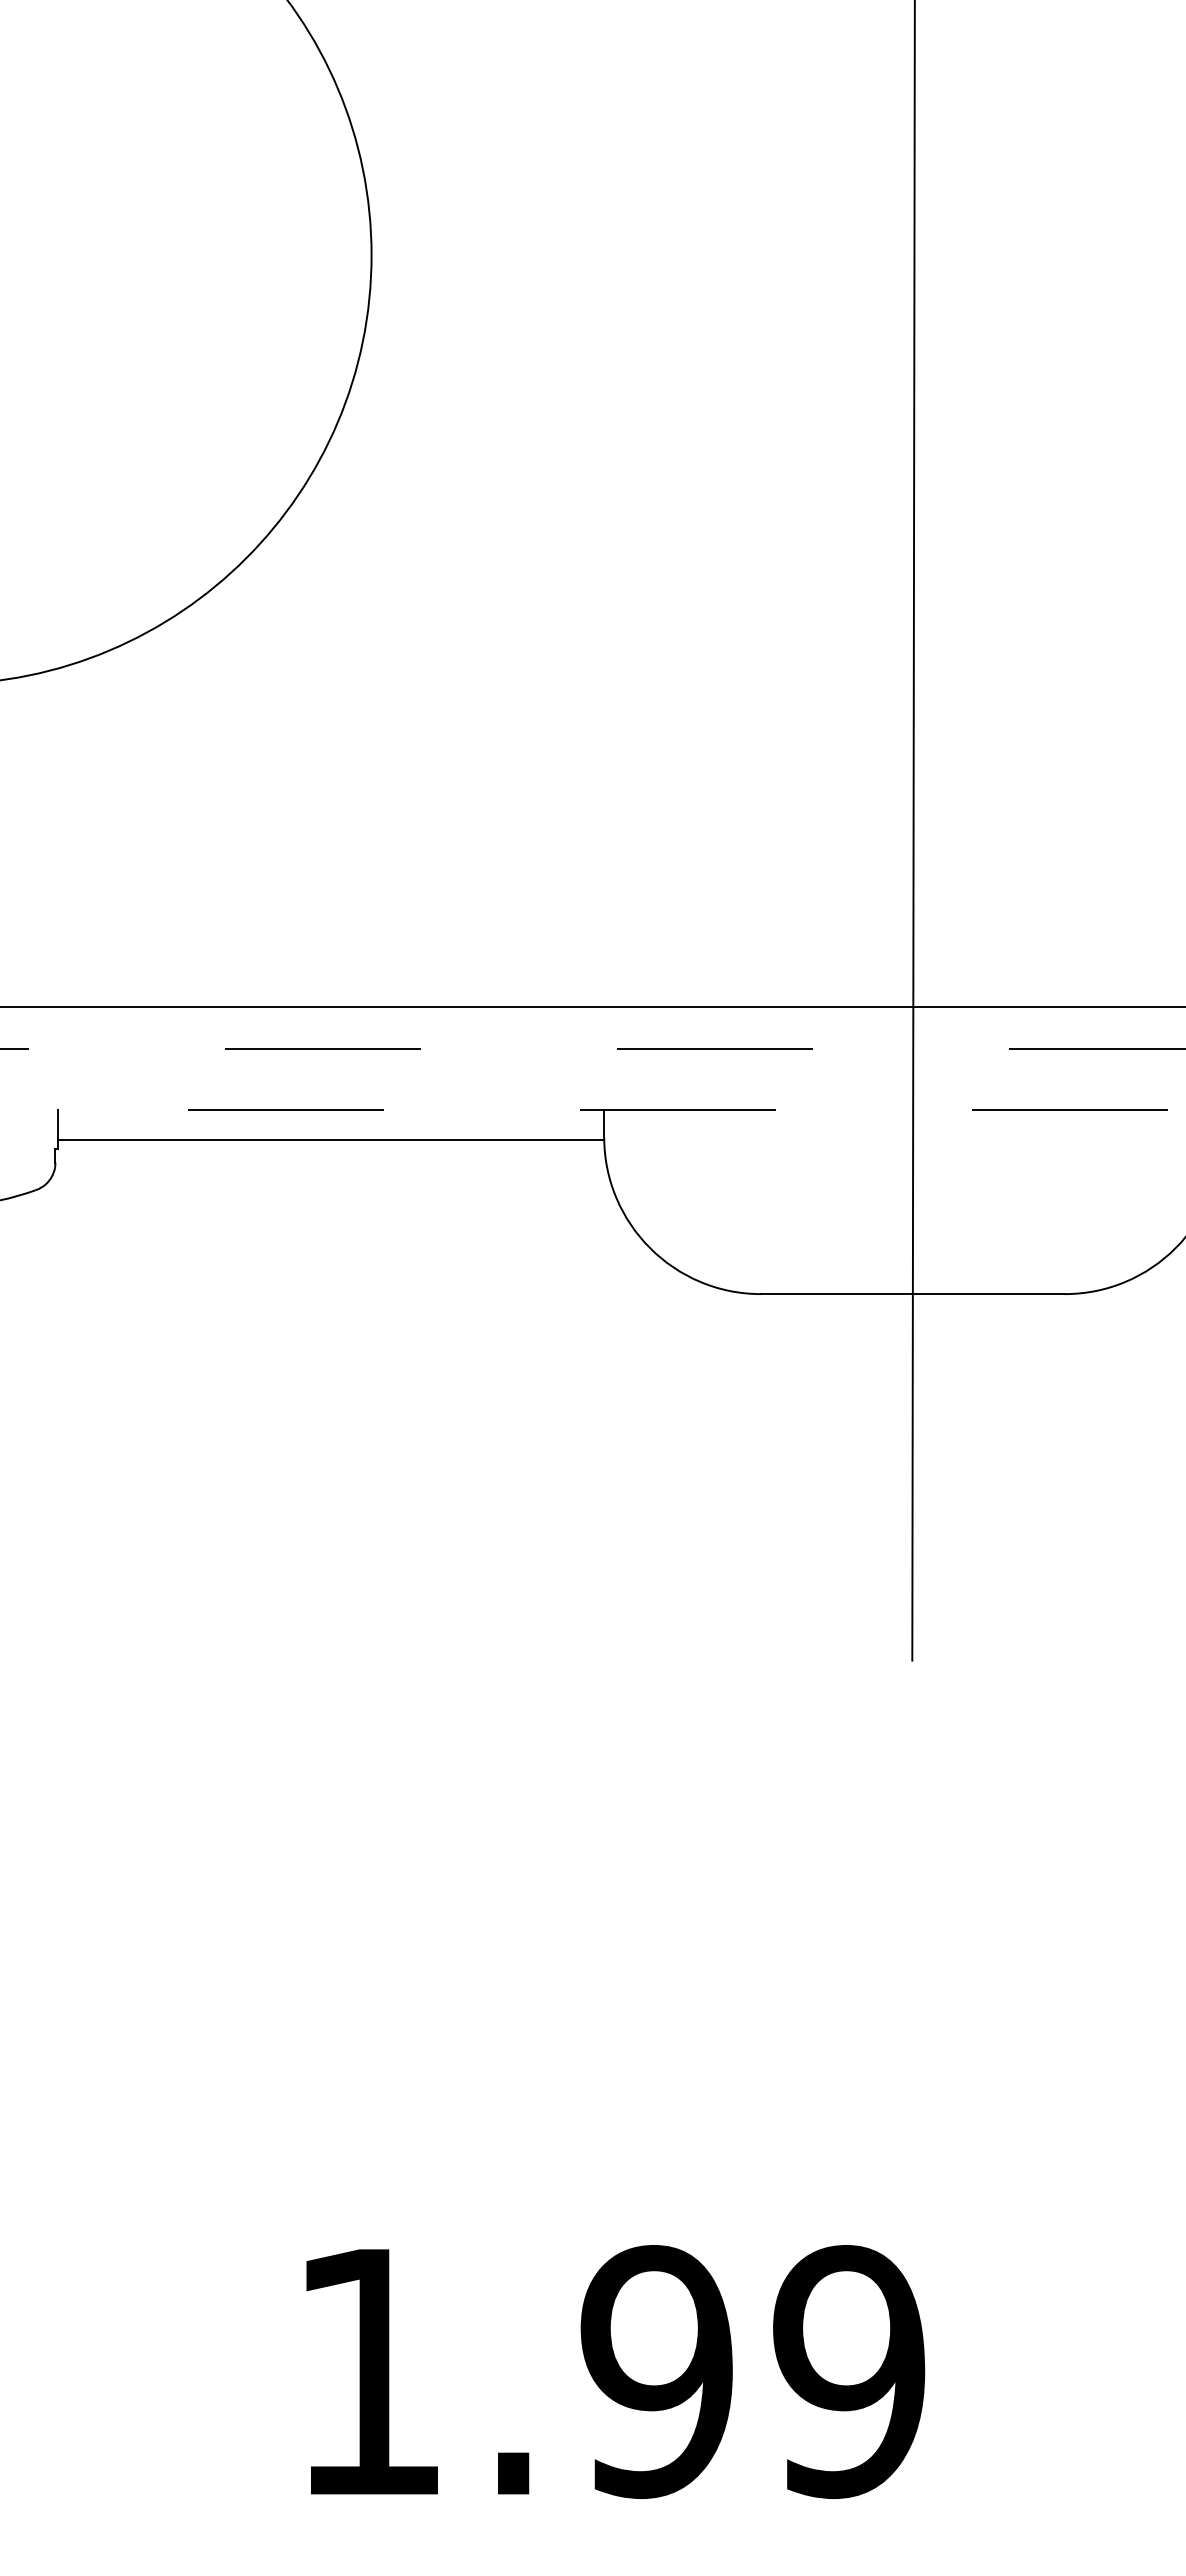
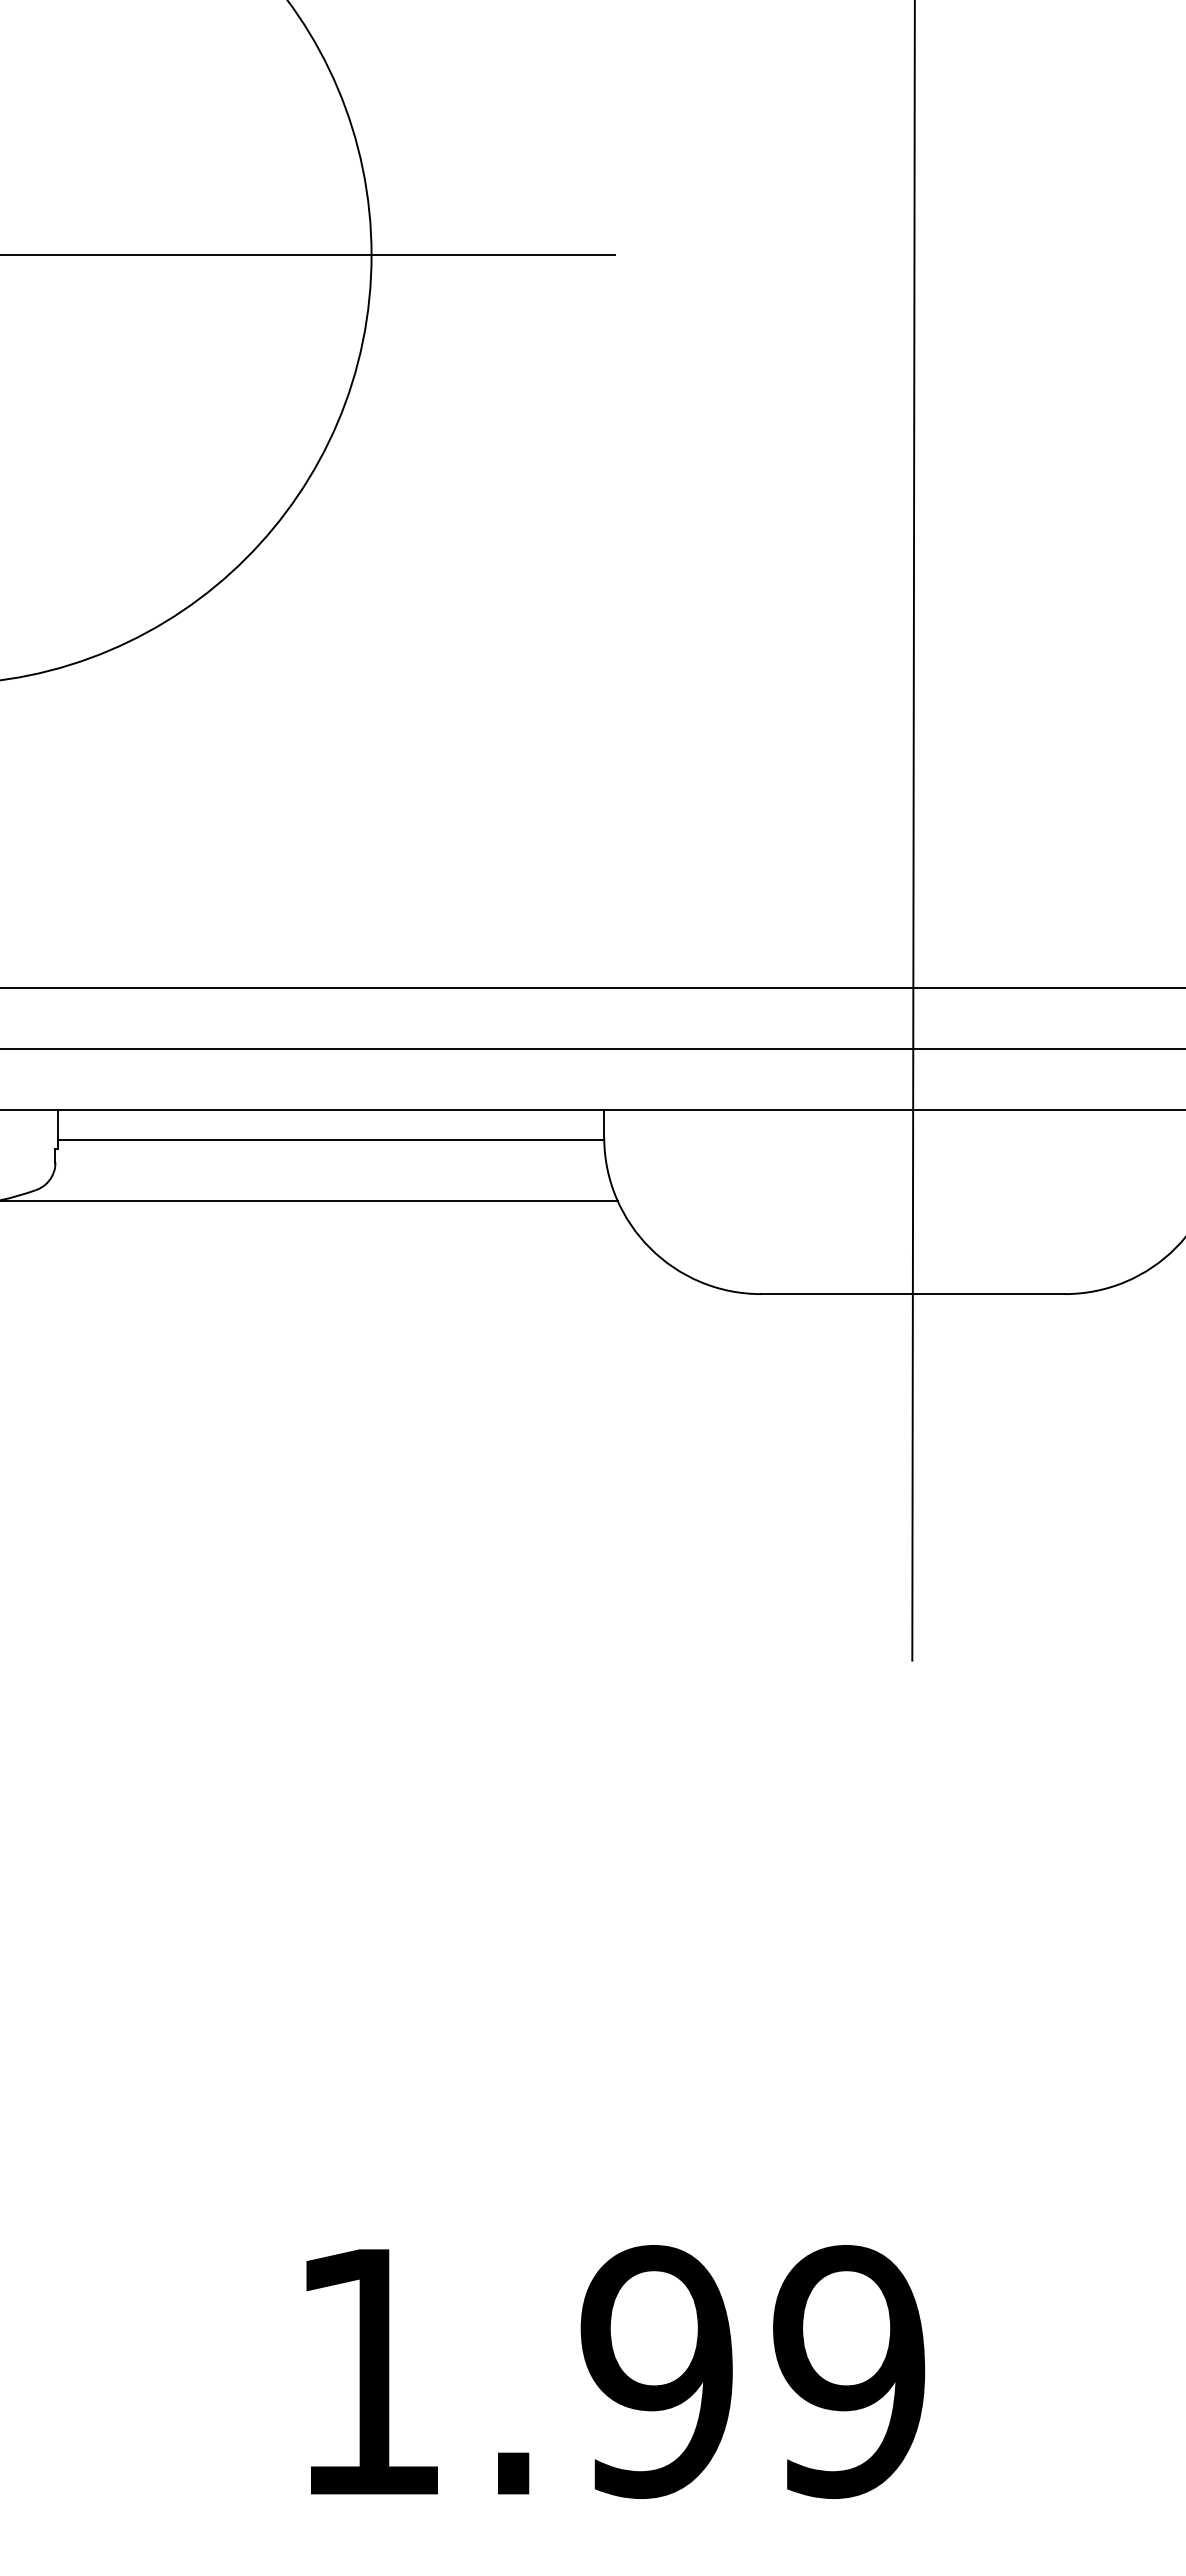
line at (309, 255): none -> present
line at (592, 1007) position: (592, 1007) -> (592, 988)
line at (592, 1049): dashed -> solid
line at (593, 1109): dashed -> solid
line at (309, 1201): none -> present
